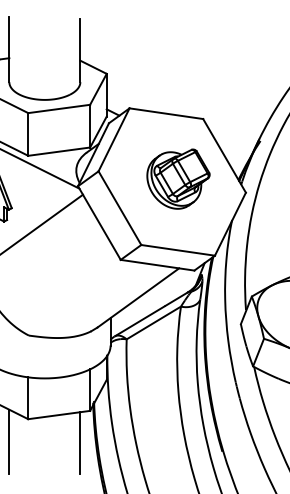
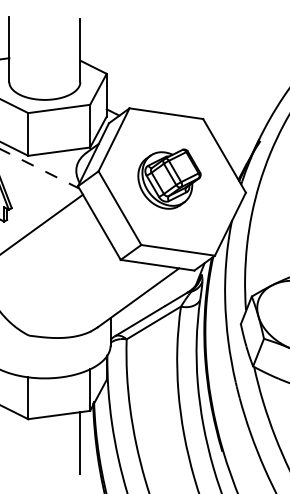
line at (40, 169): solid -> dashed
part at (178, 178) position: (178, 178) -> (169, 178)
line at (9, 441): present -> none
